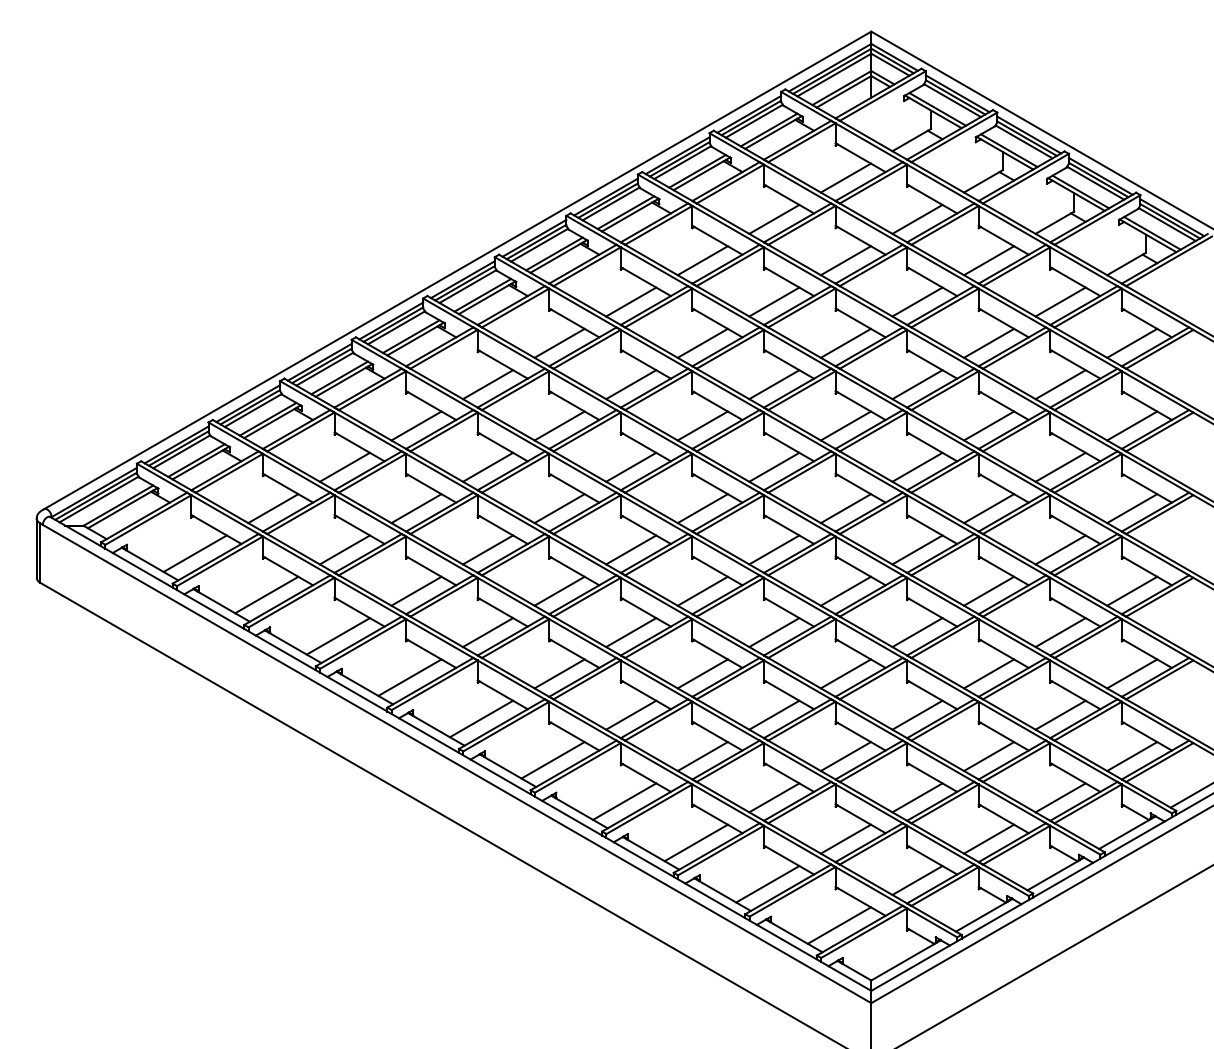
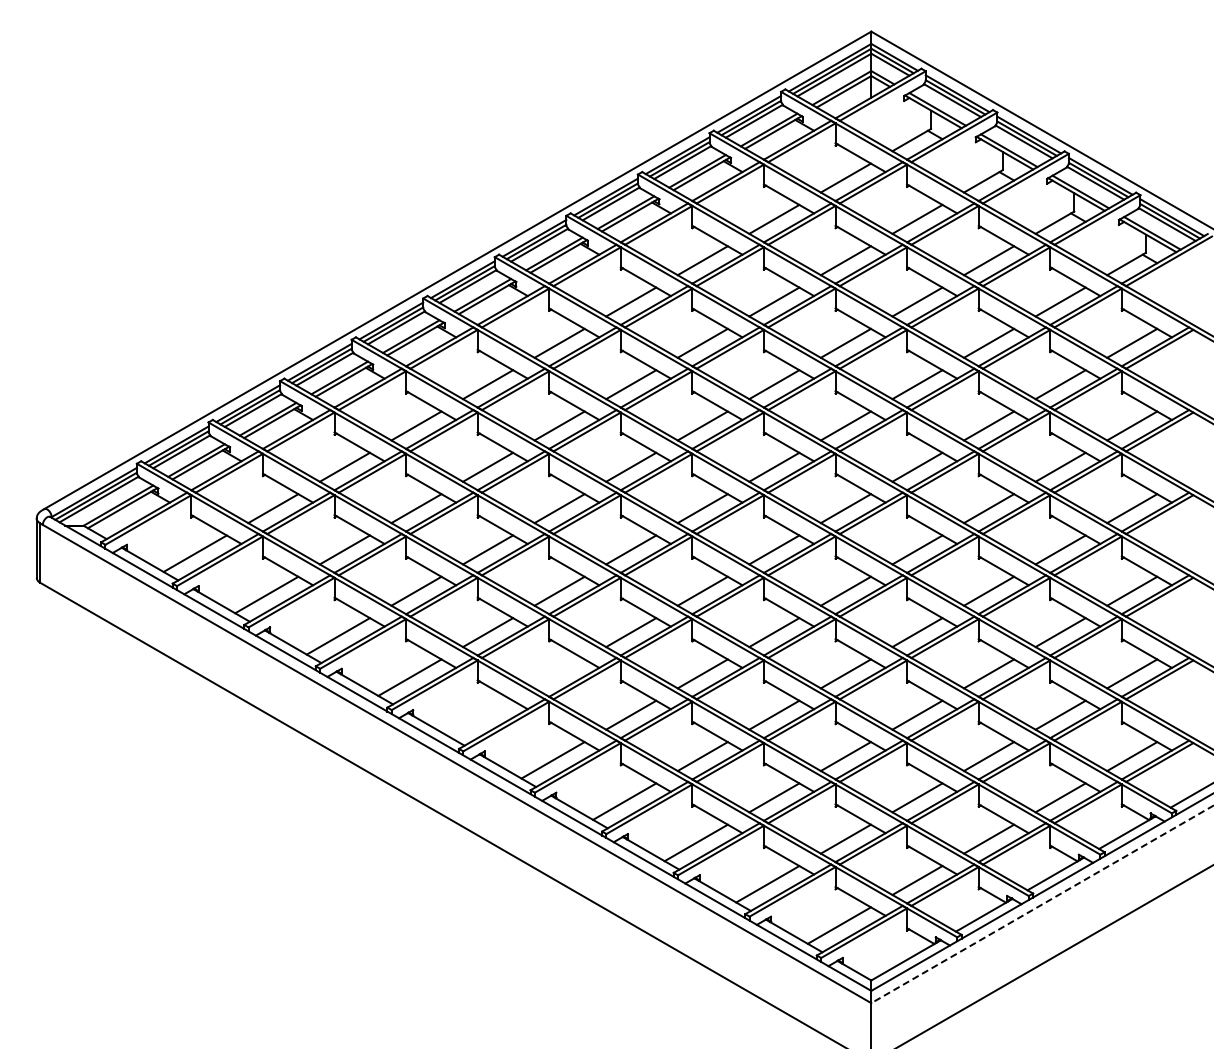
line at (559, 673): present -> none
line at (481, 718): present -> none
line at (1041, 904): solid -> dashed
